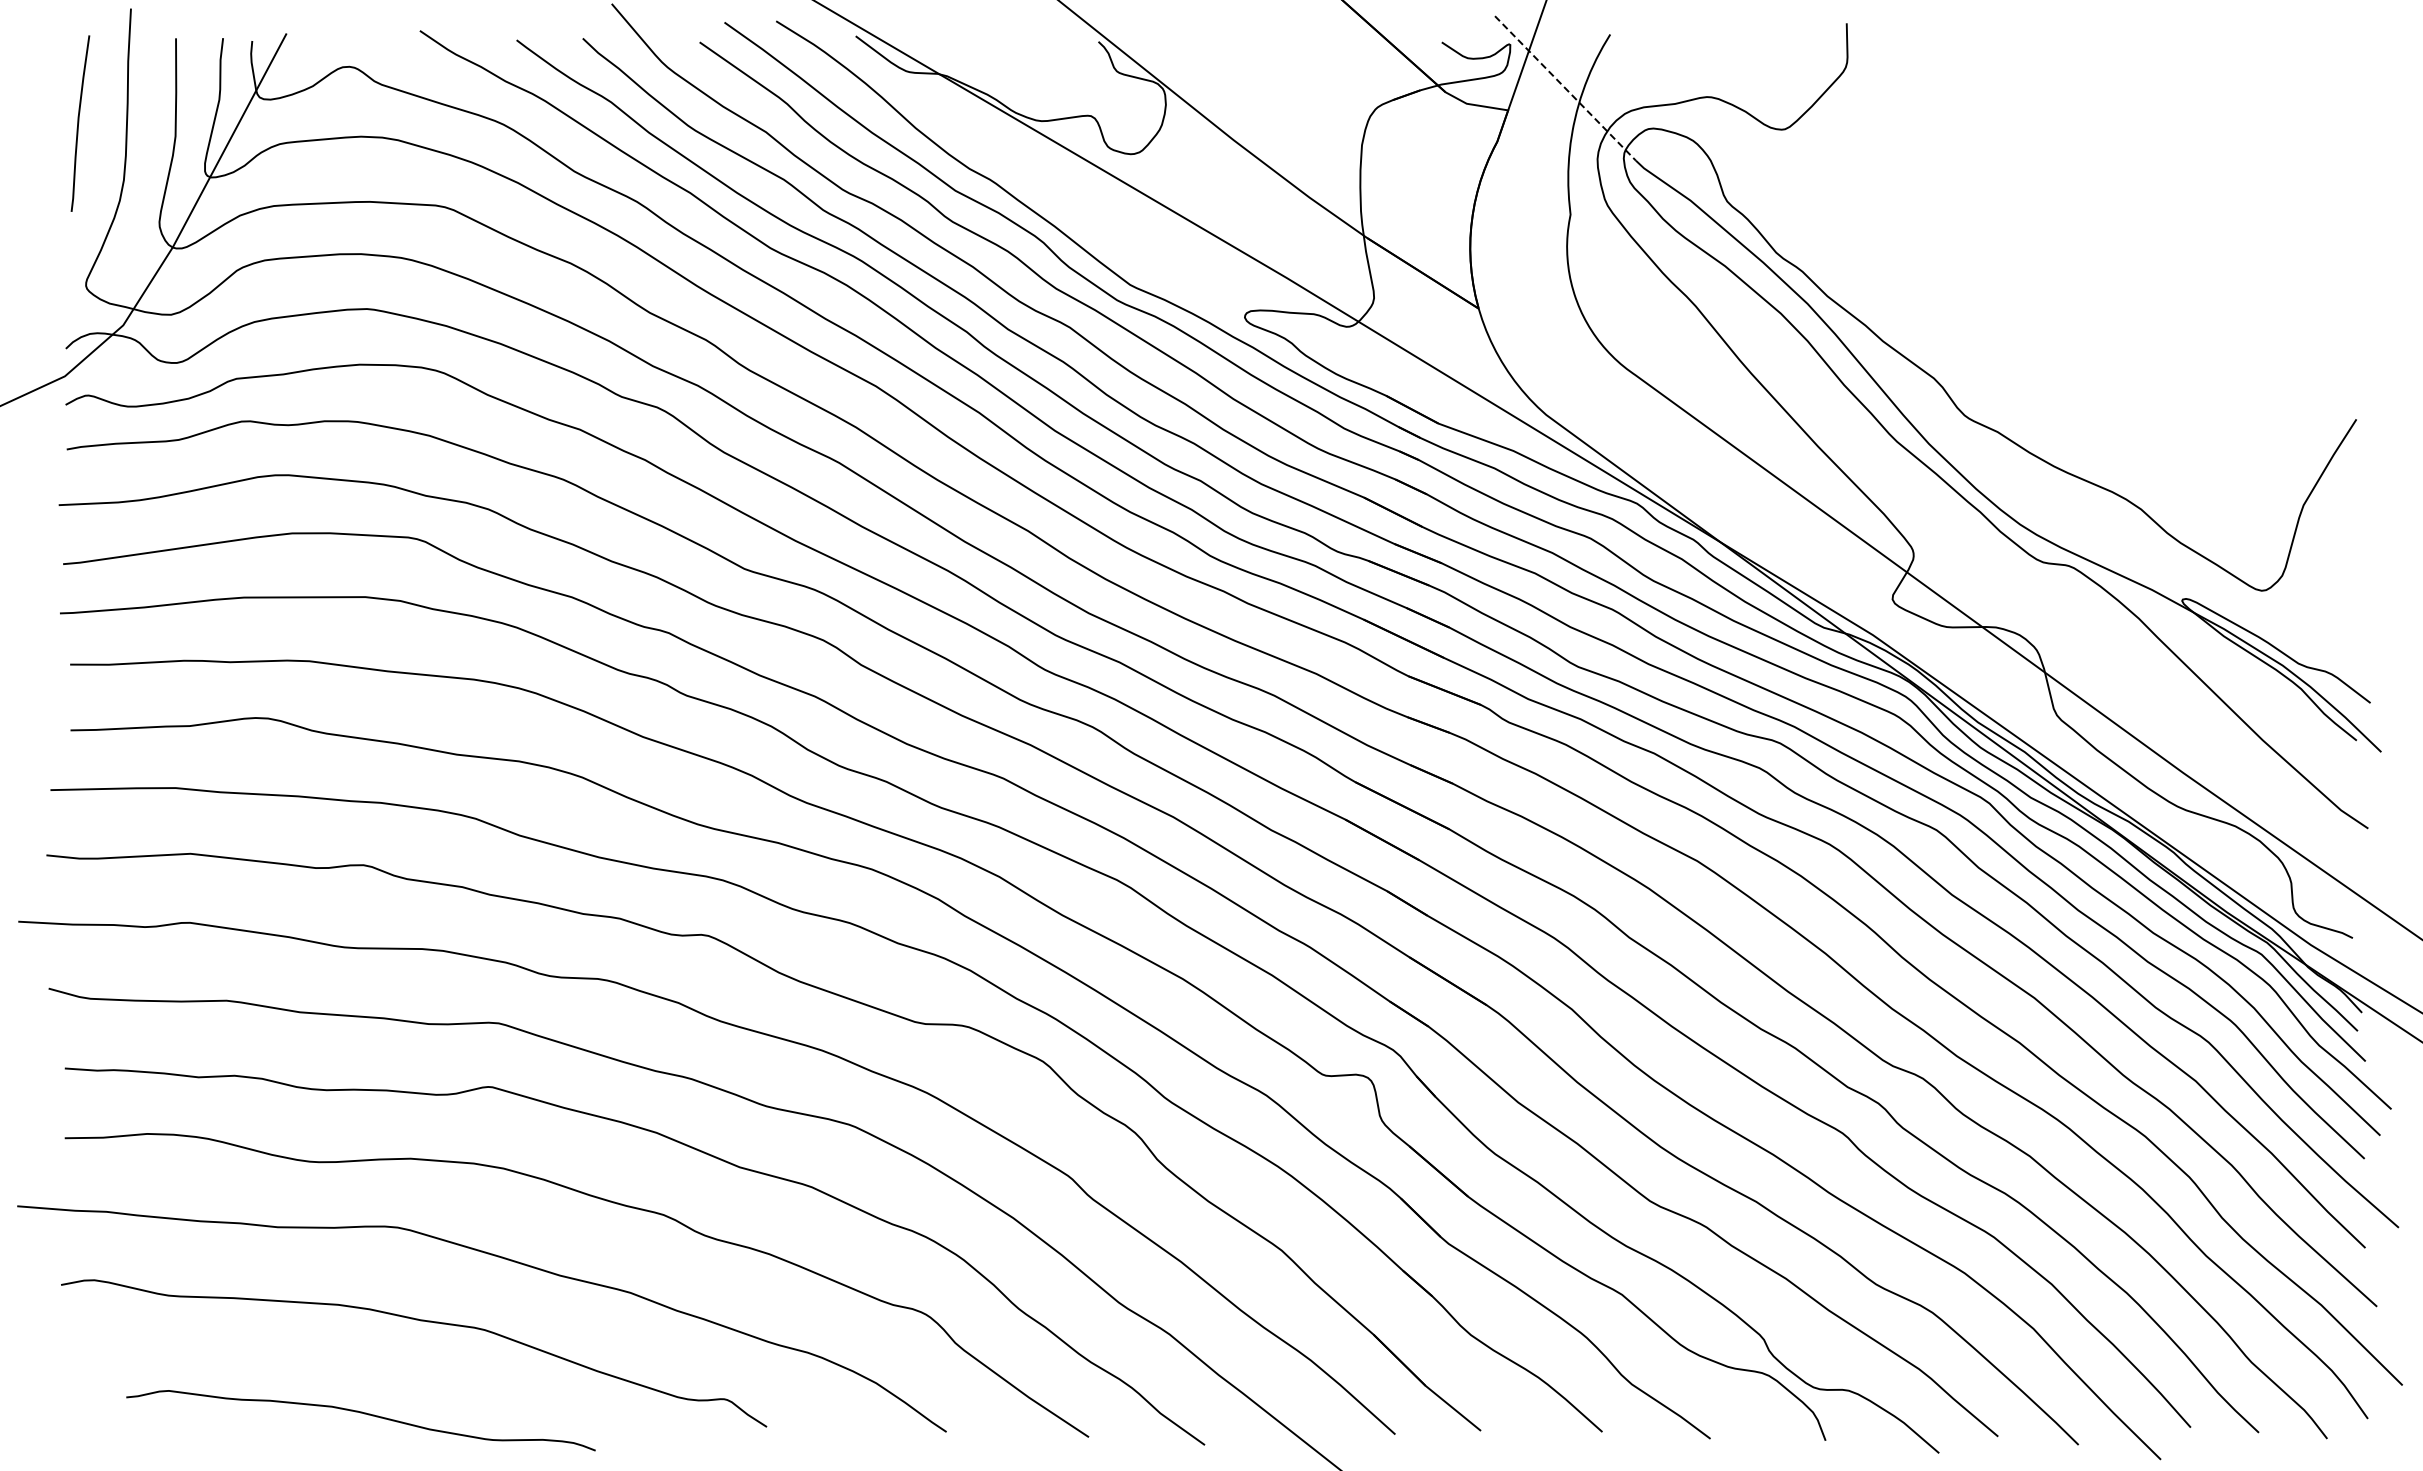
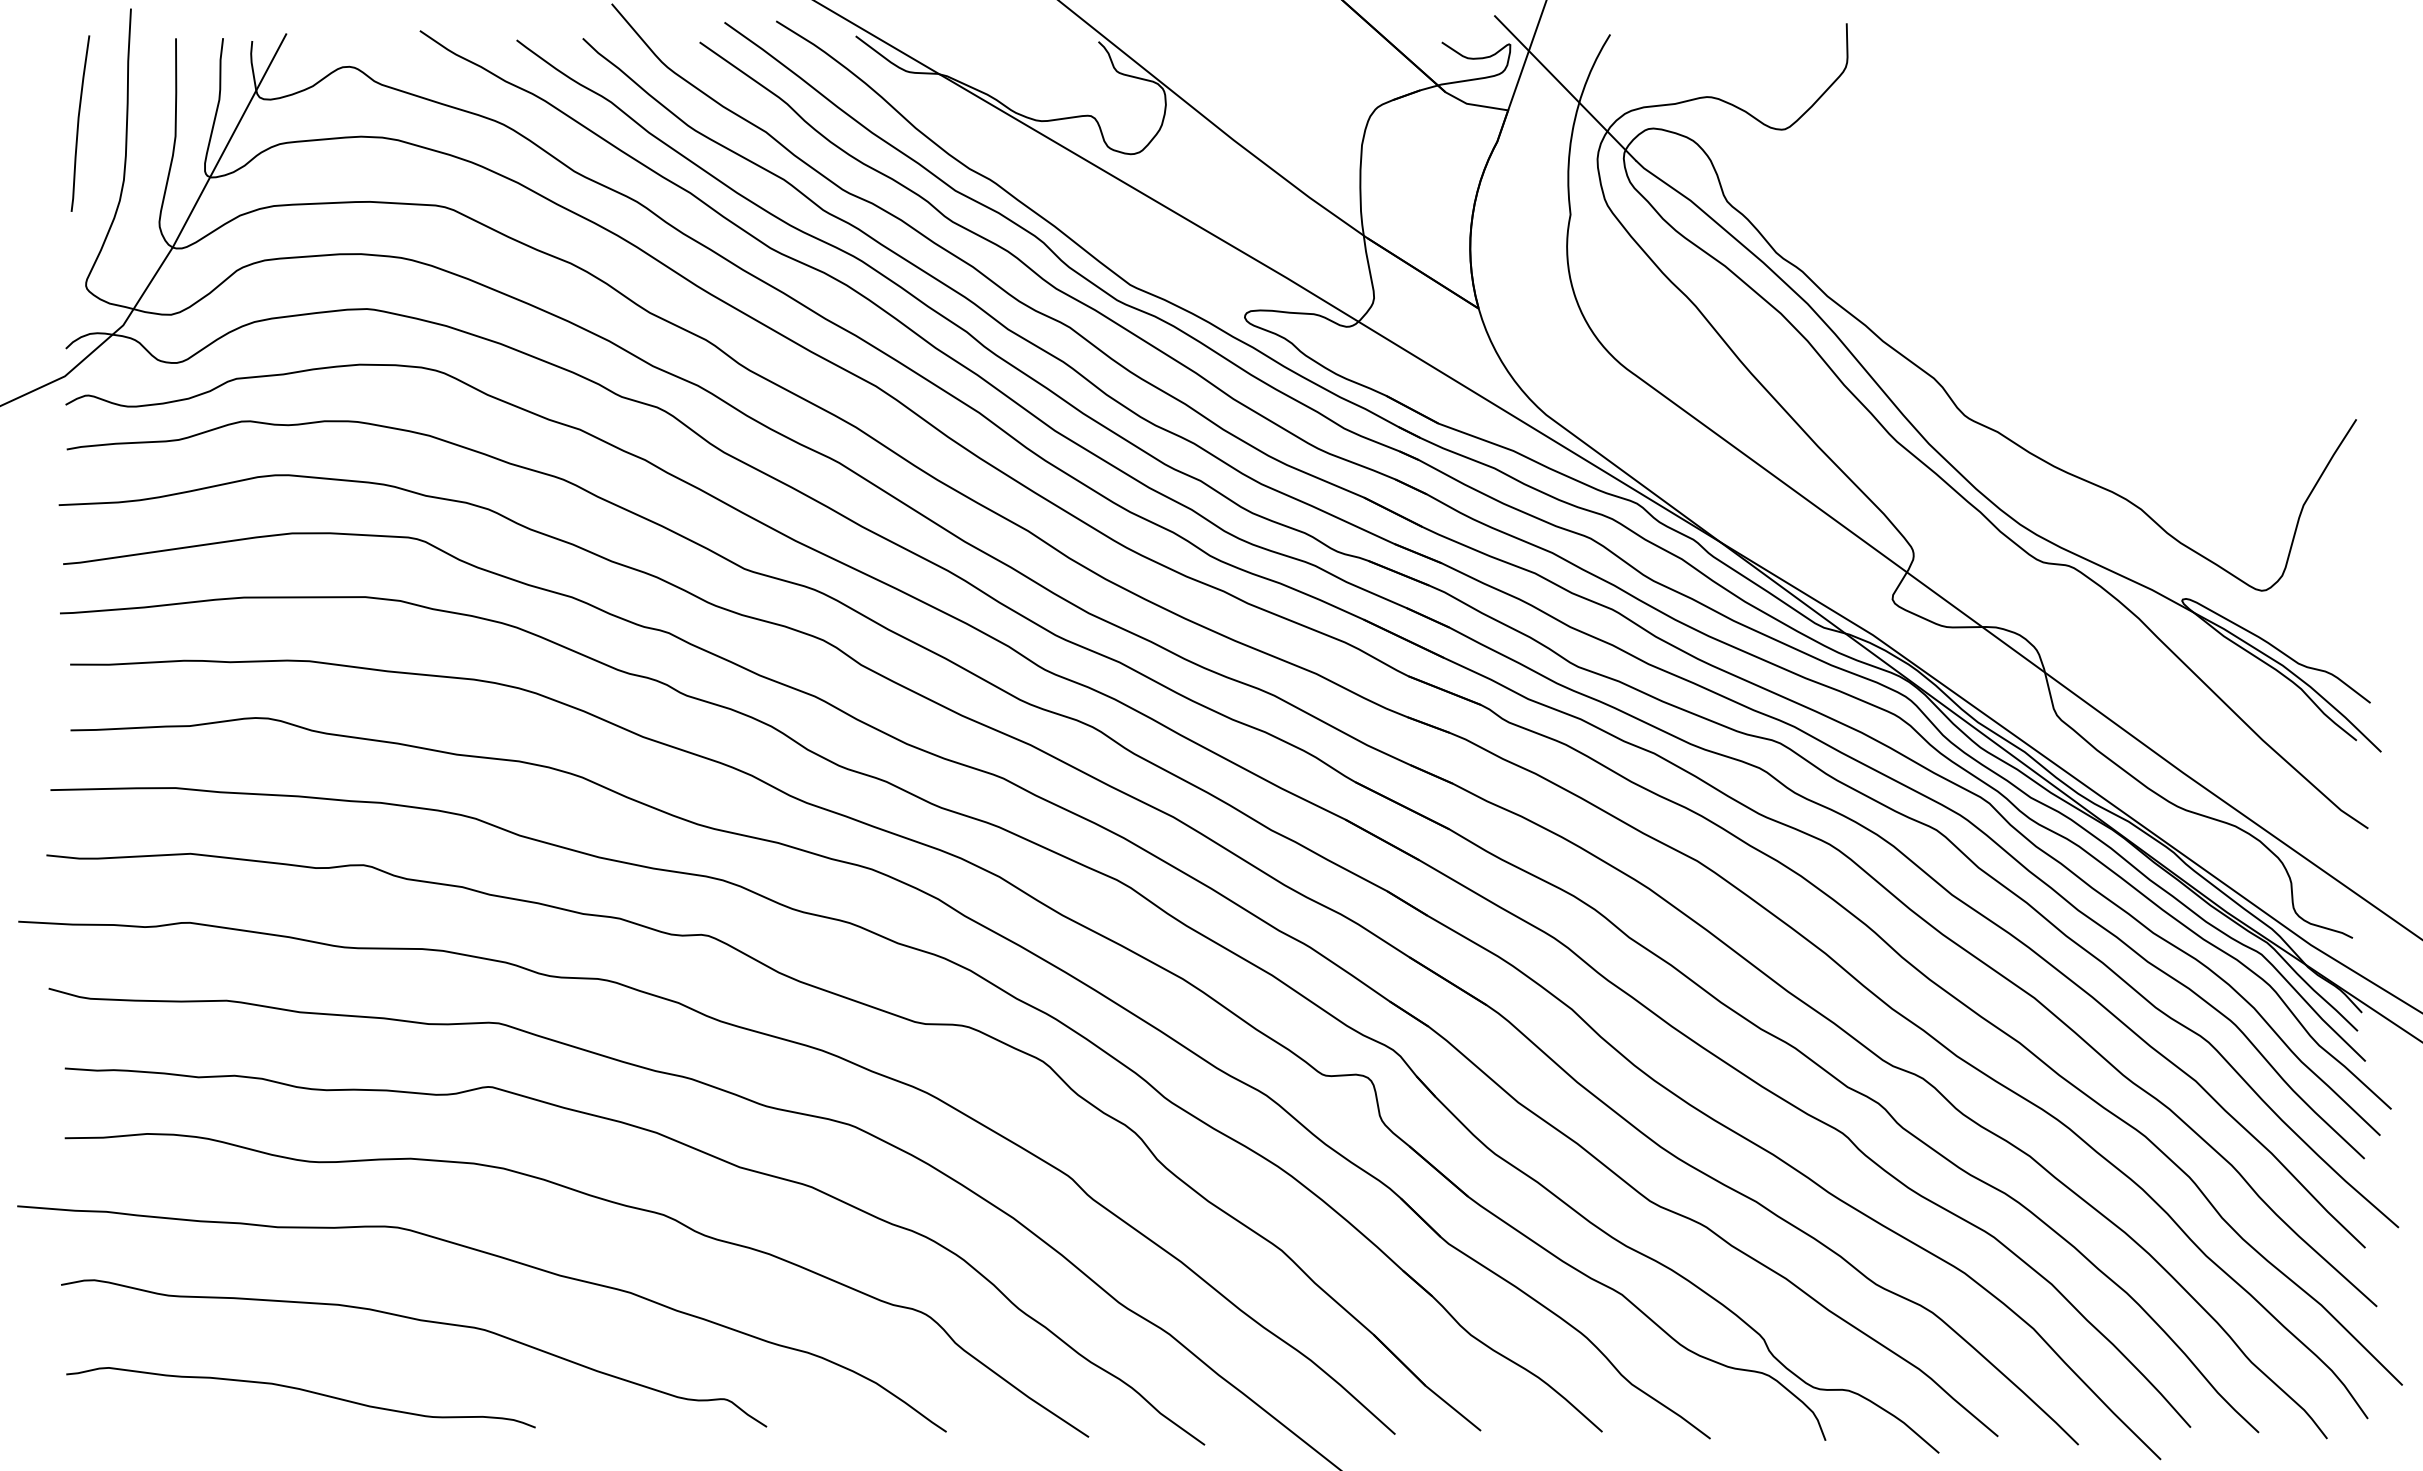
line at (1565, 88): dashed -> solid
curve at (360, 1413) position: (360, 1413) -> (300, 1390)
